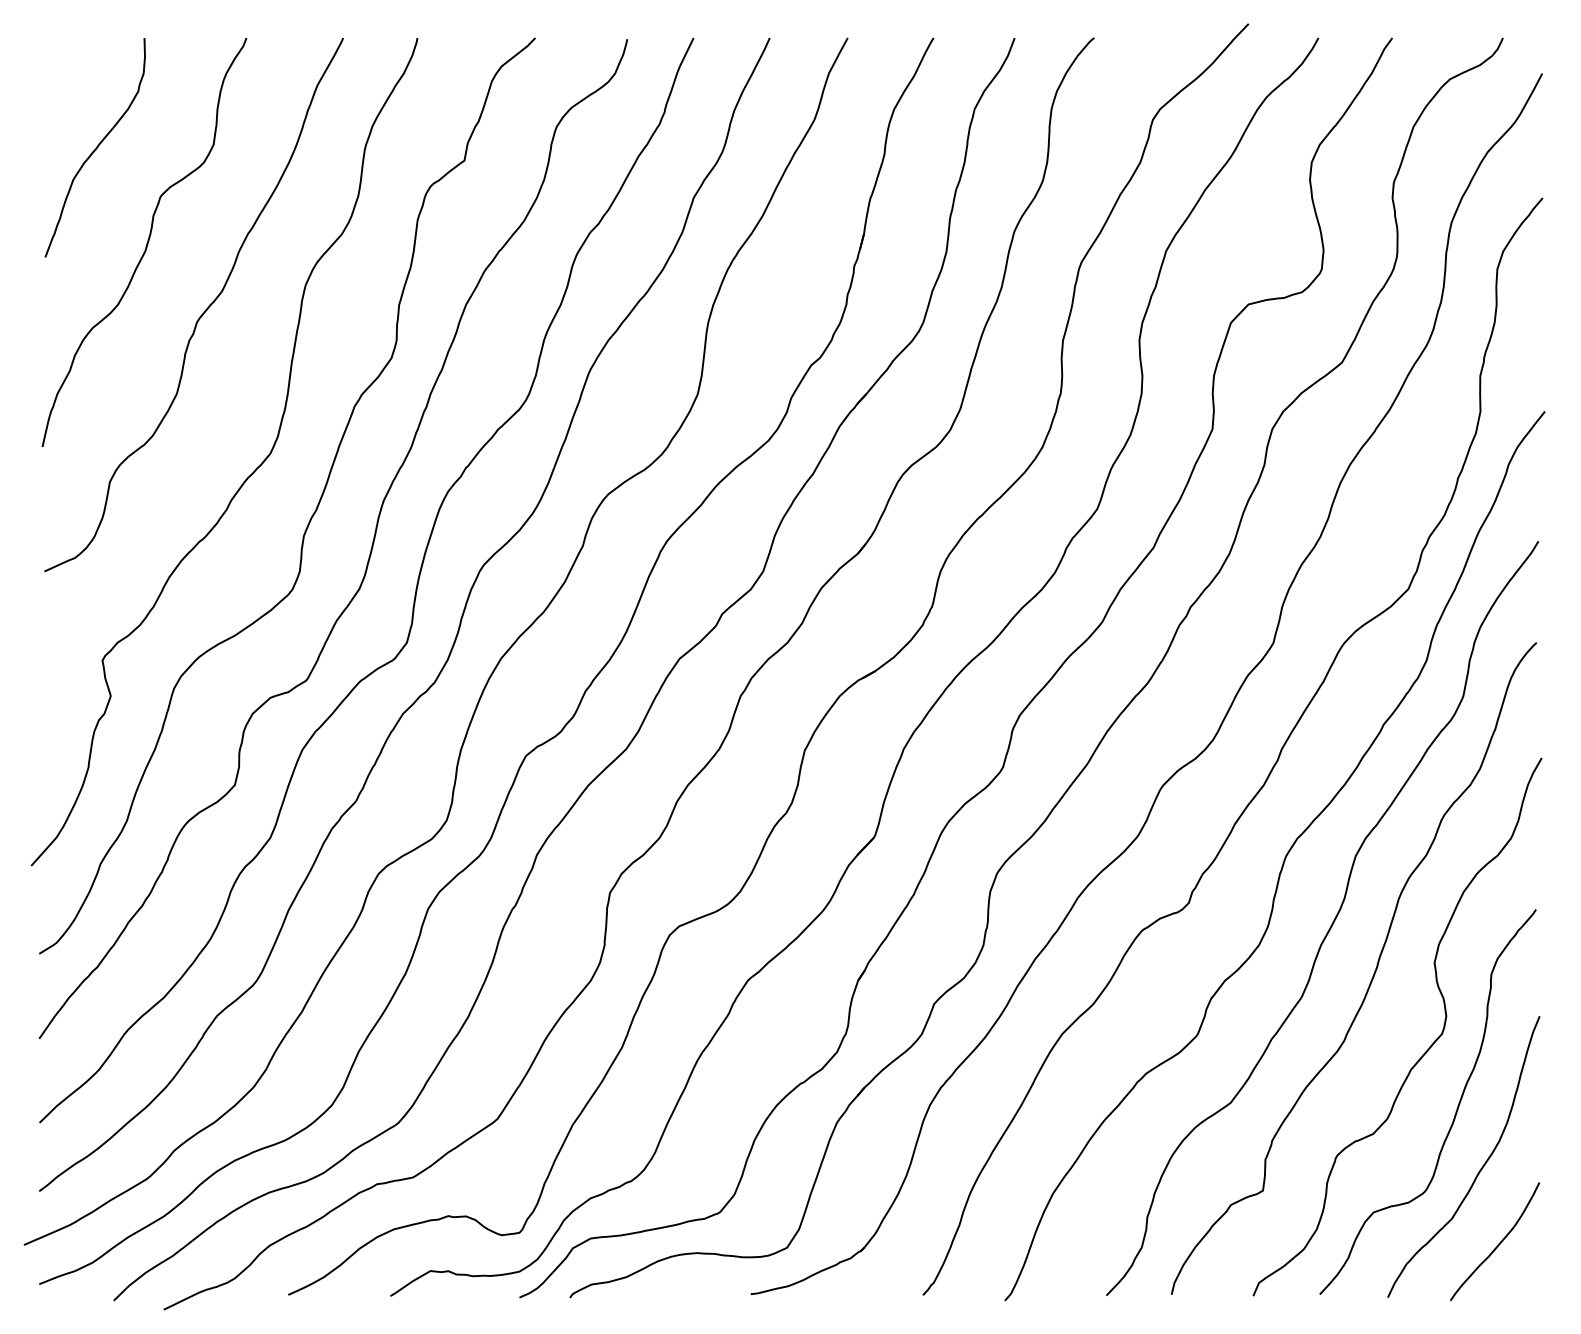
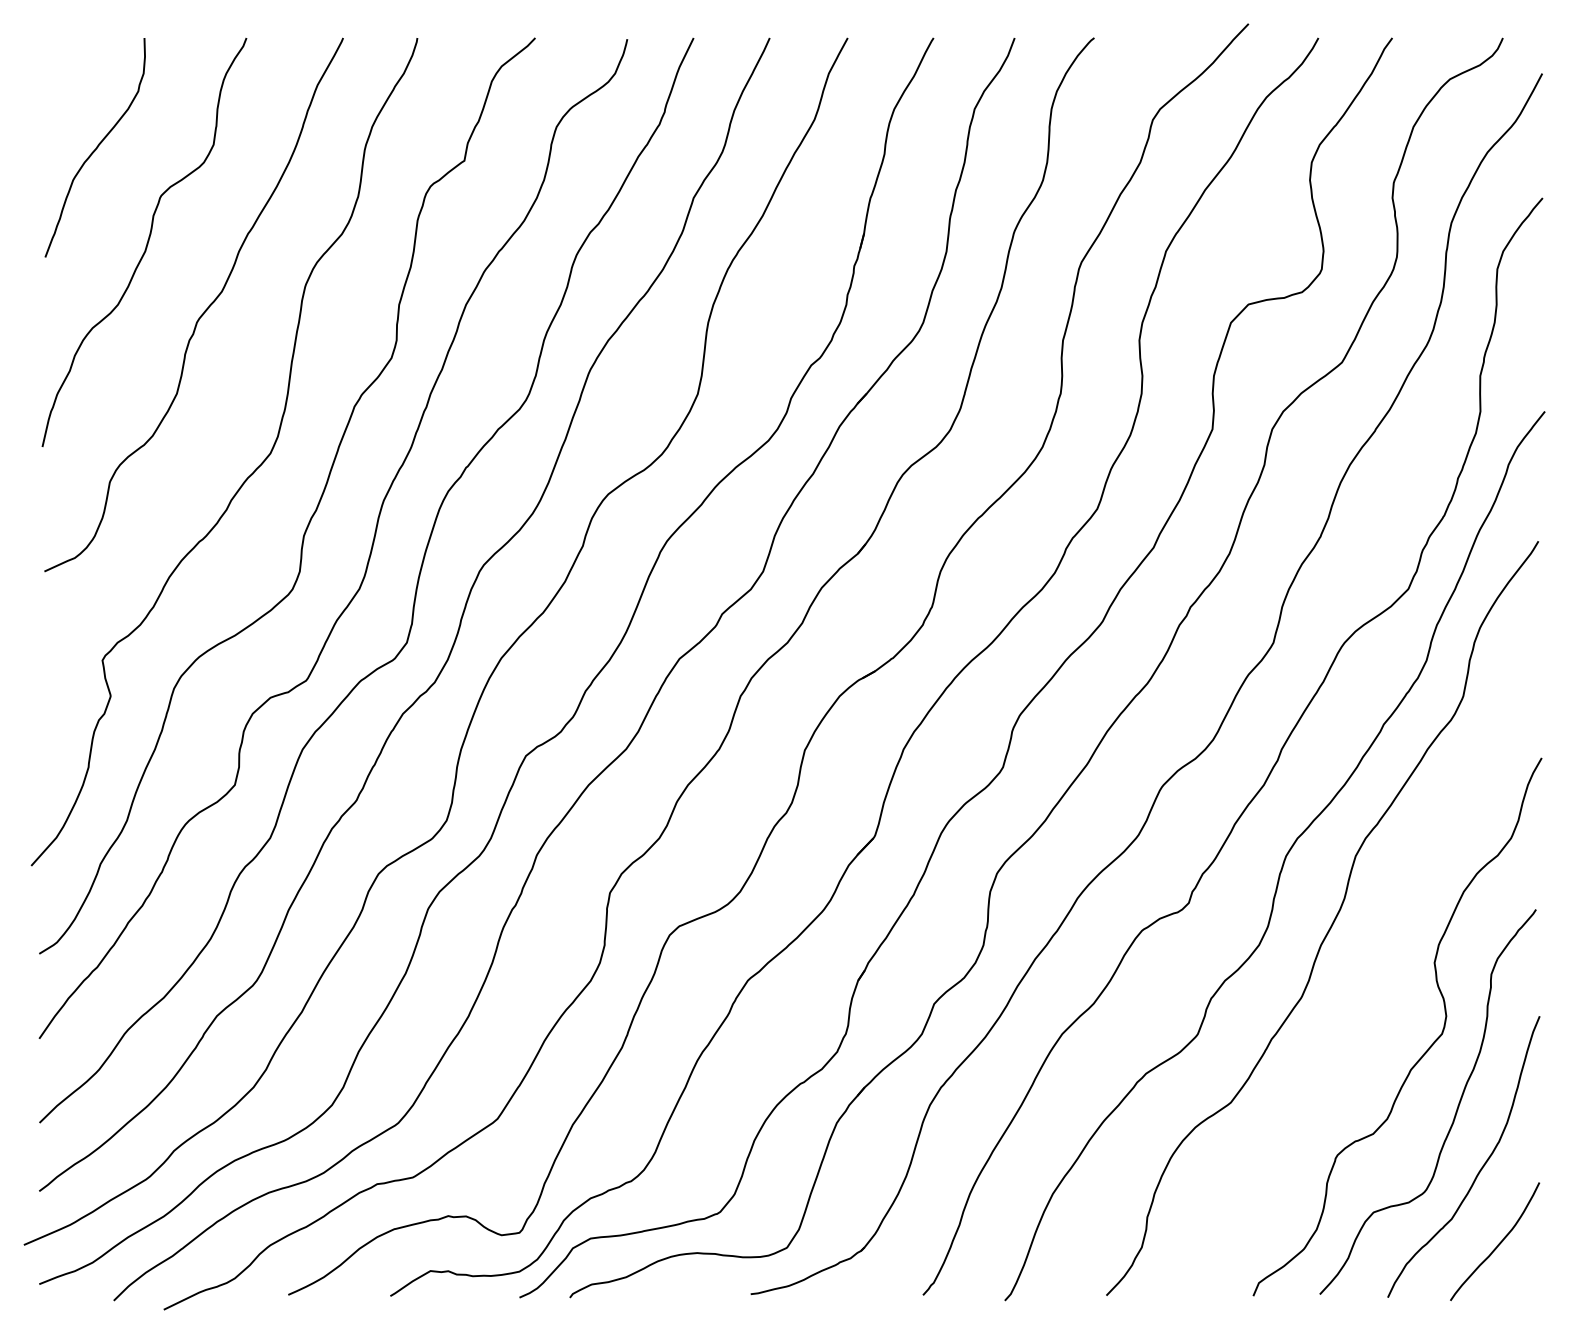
curve at (1371, 978): present -> none
